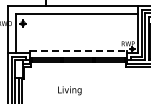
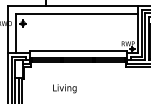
line at (78, 51): dashed -> solid
text at (69, 90) position: (69, 90) -> (64, 88)
